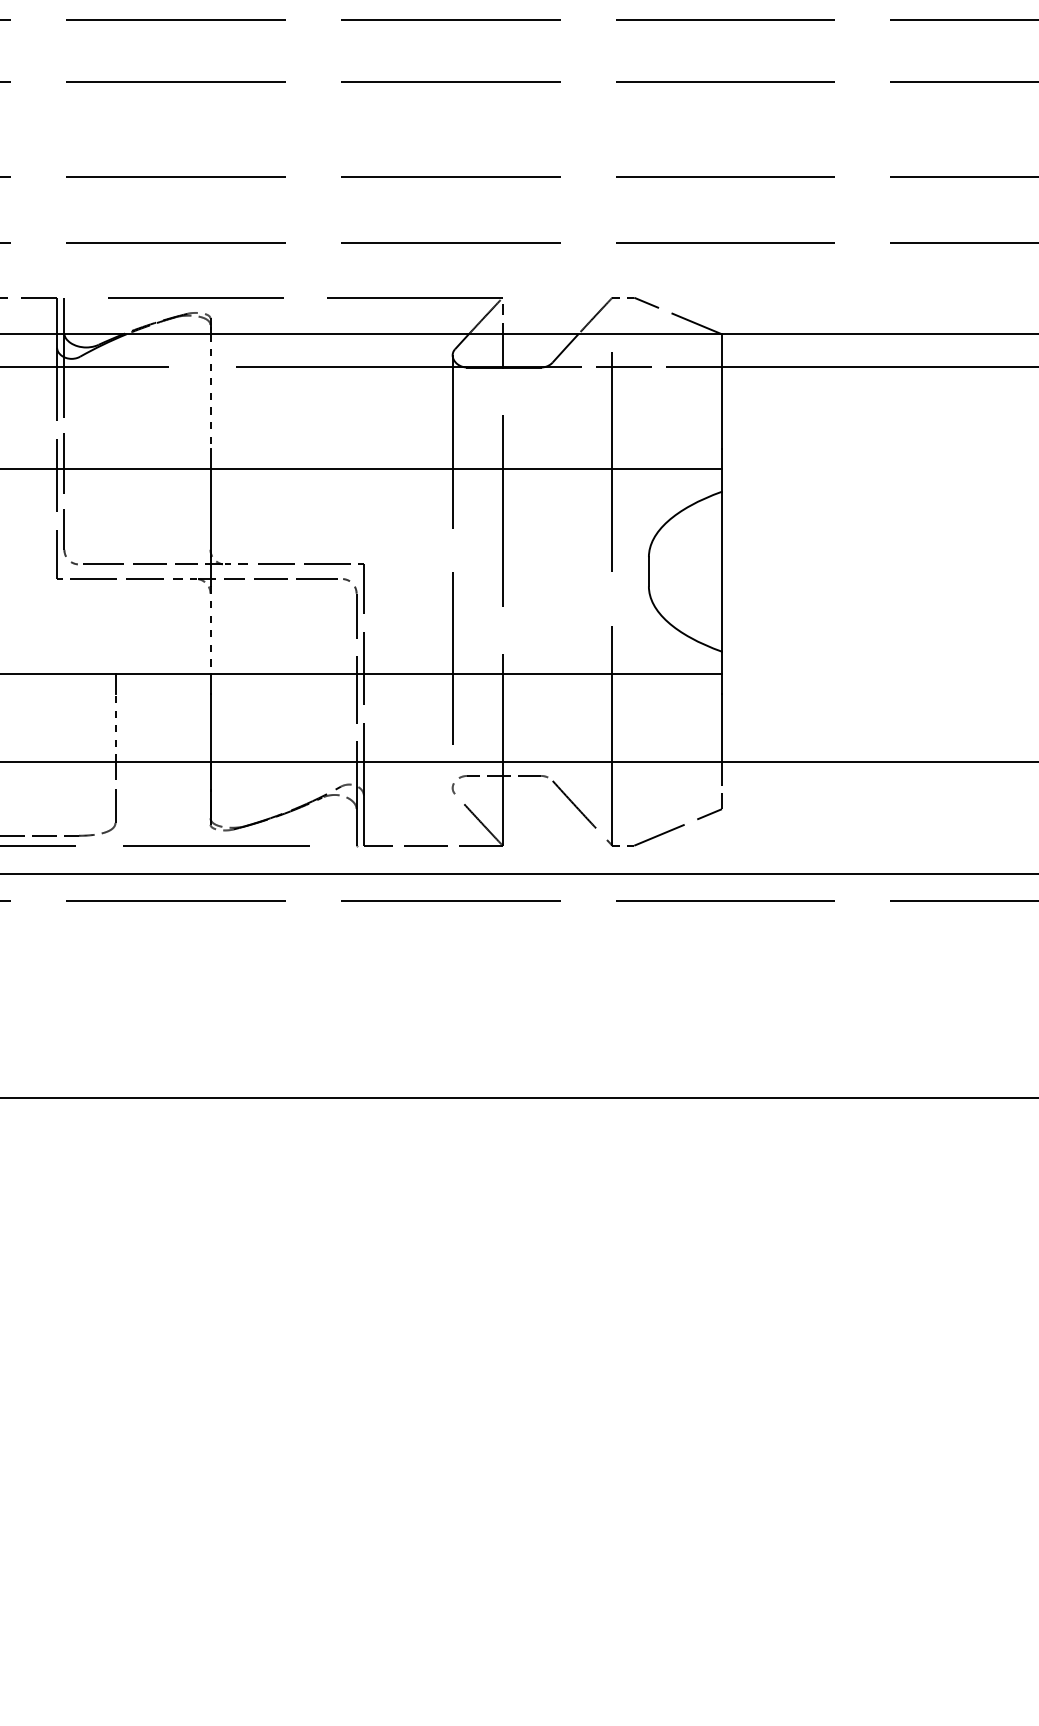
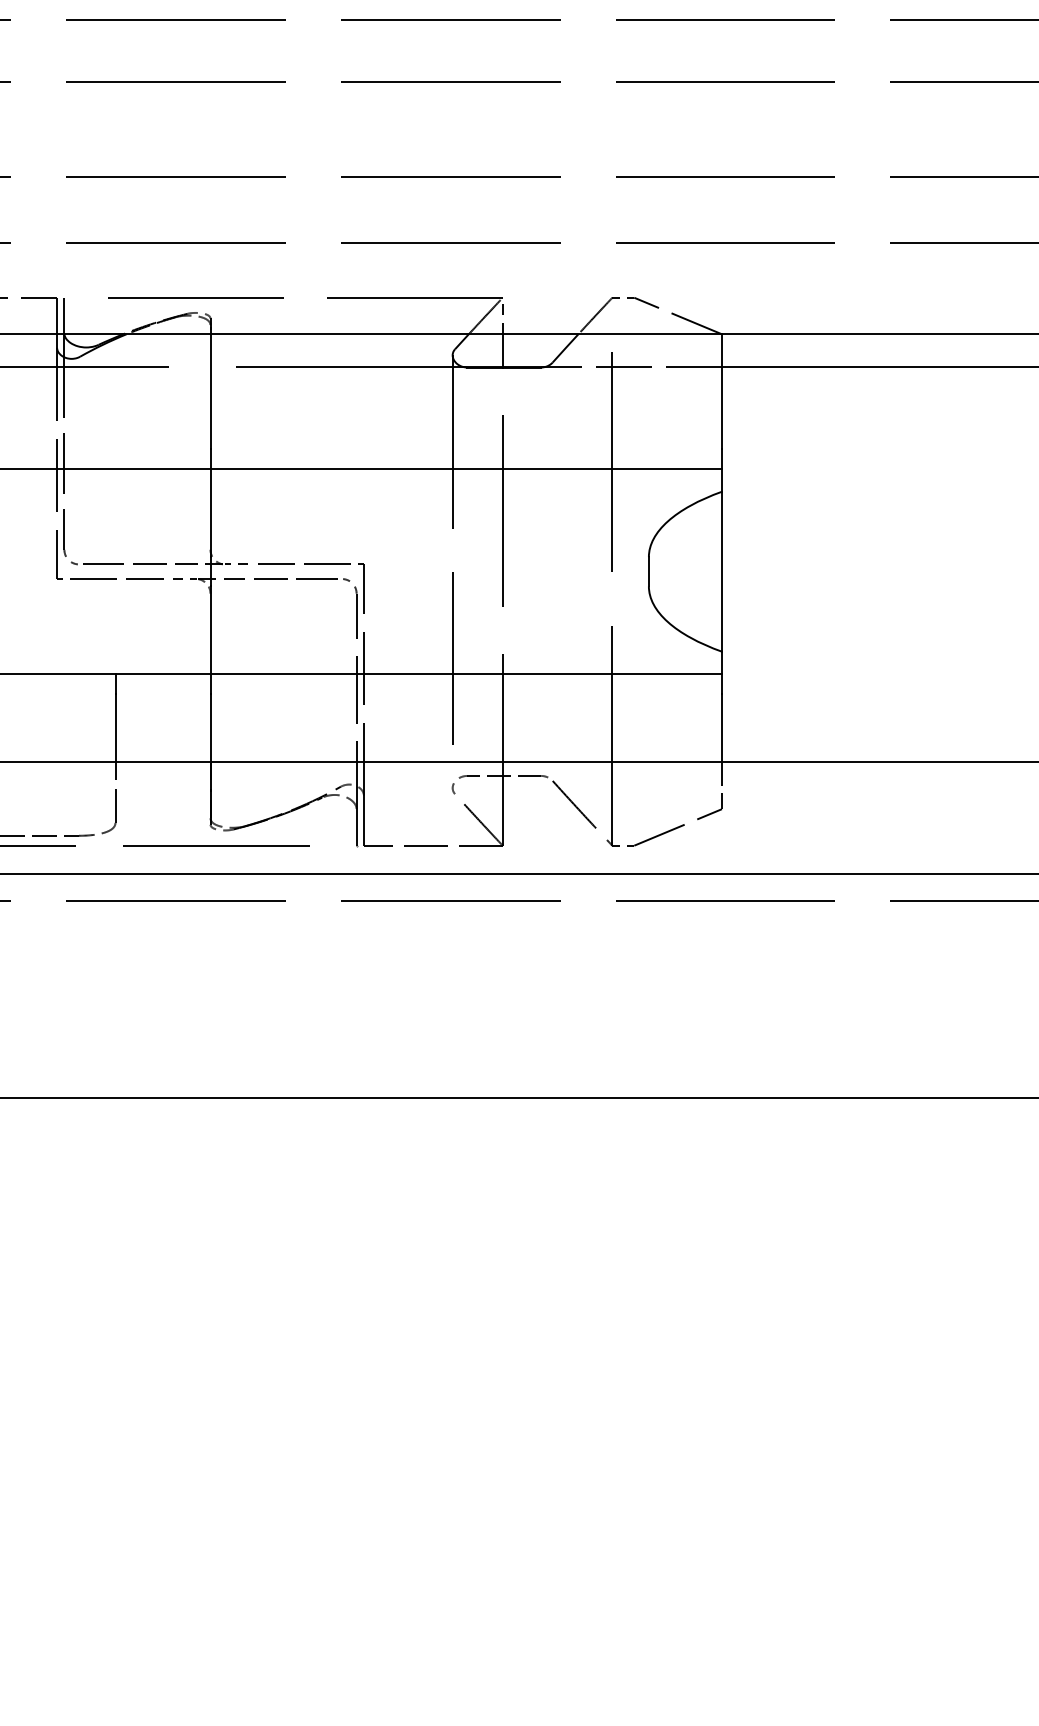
line at (210, 392): dashed -> solid
line at (210, 630): dashed -> solid
line at (115, 727): dashed -> solid
